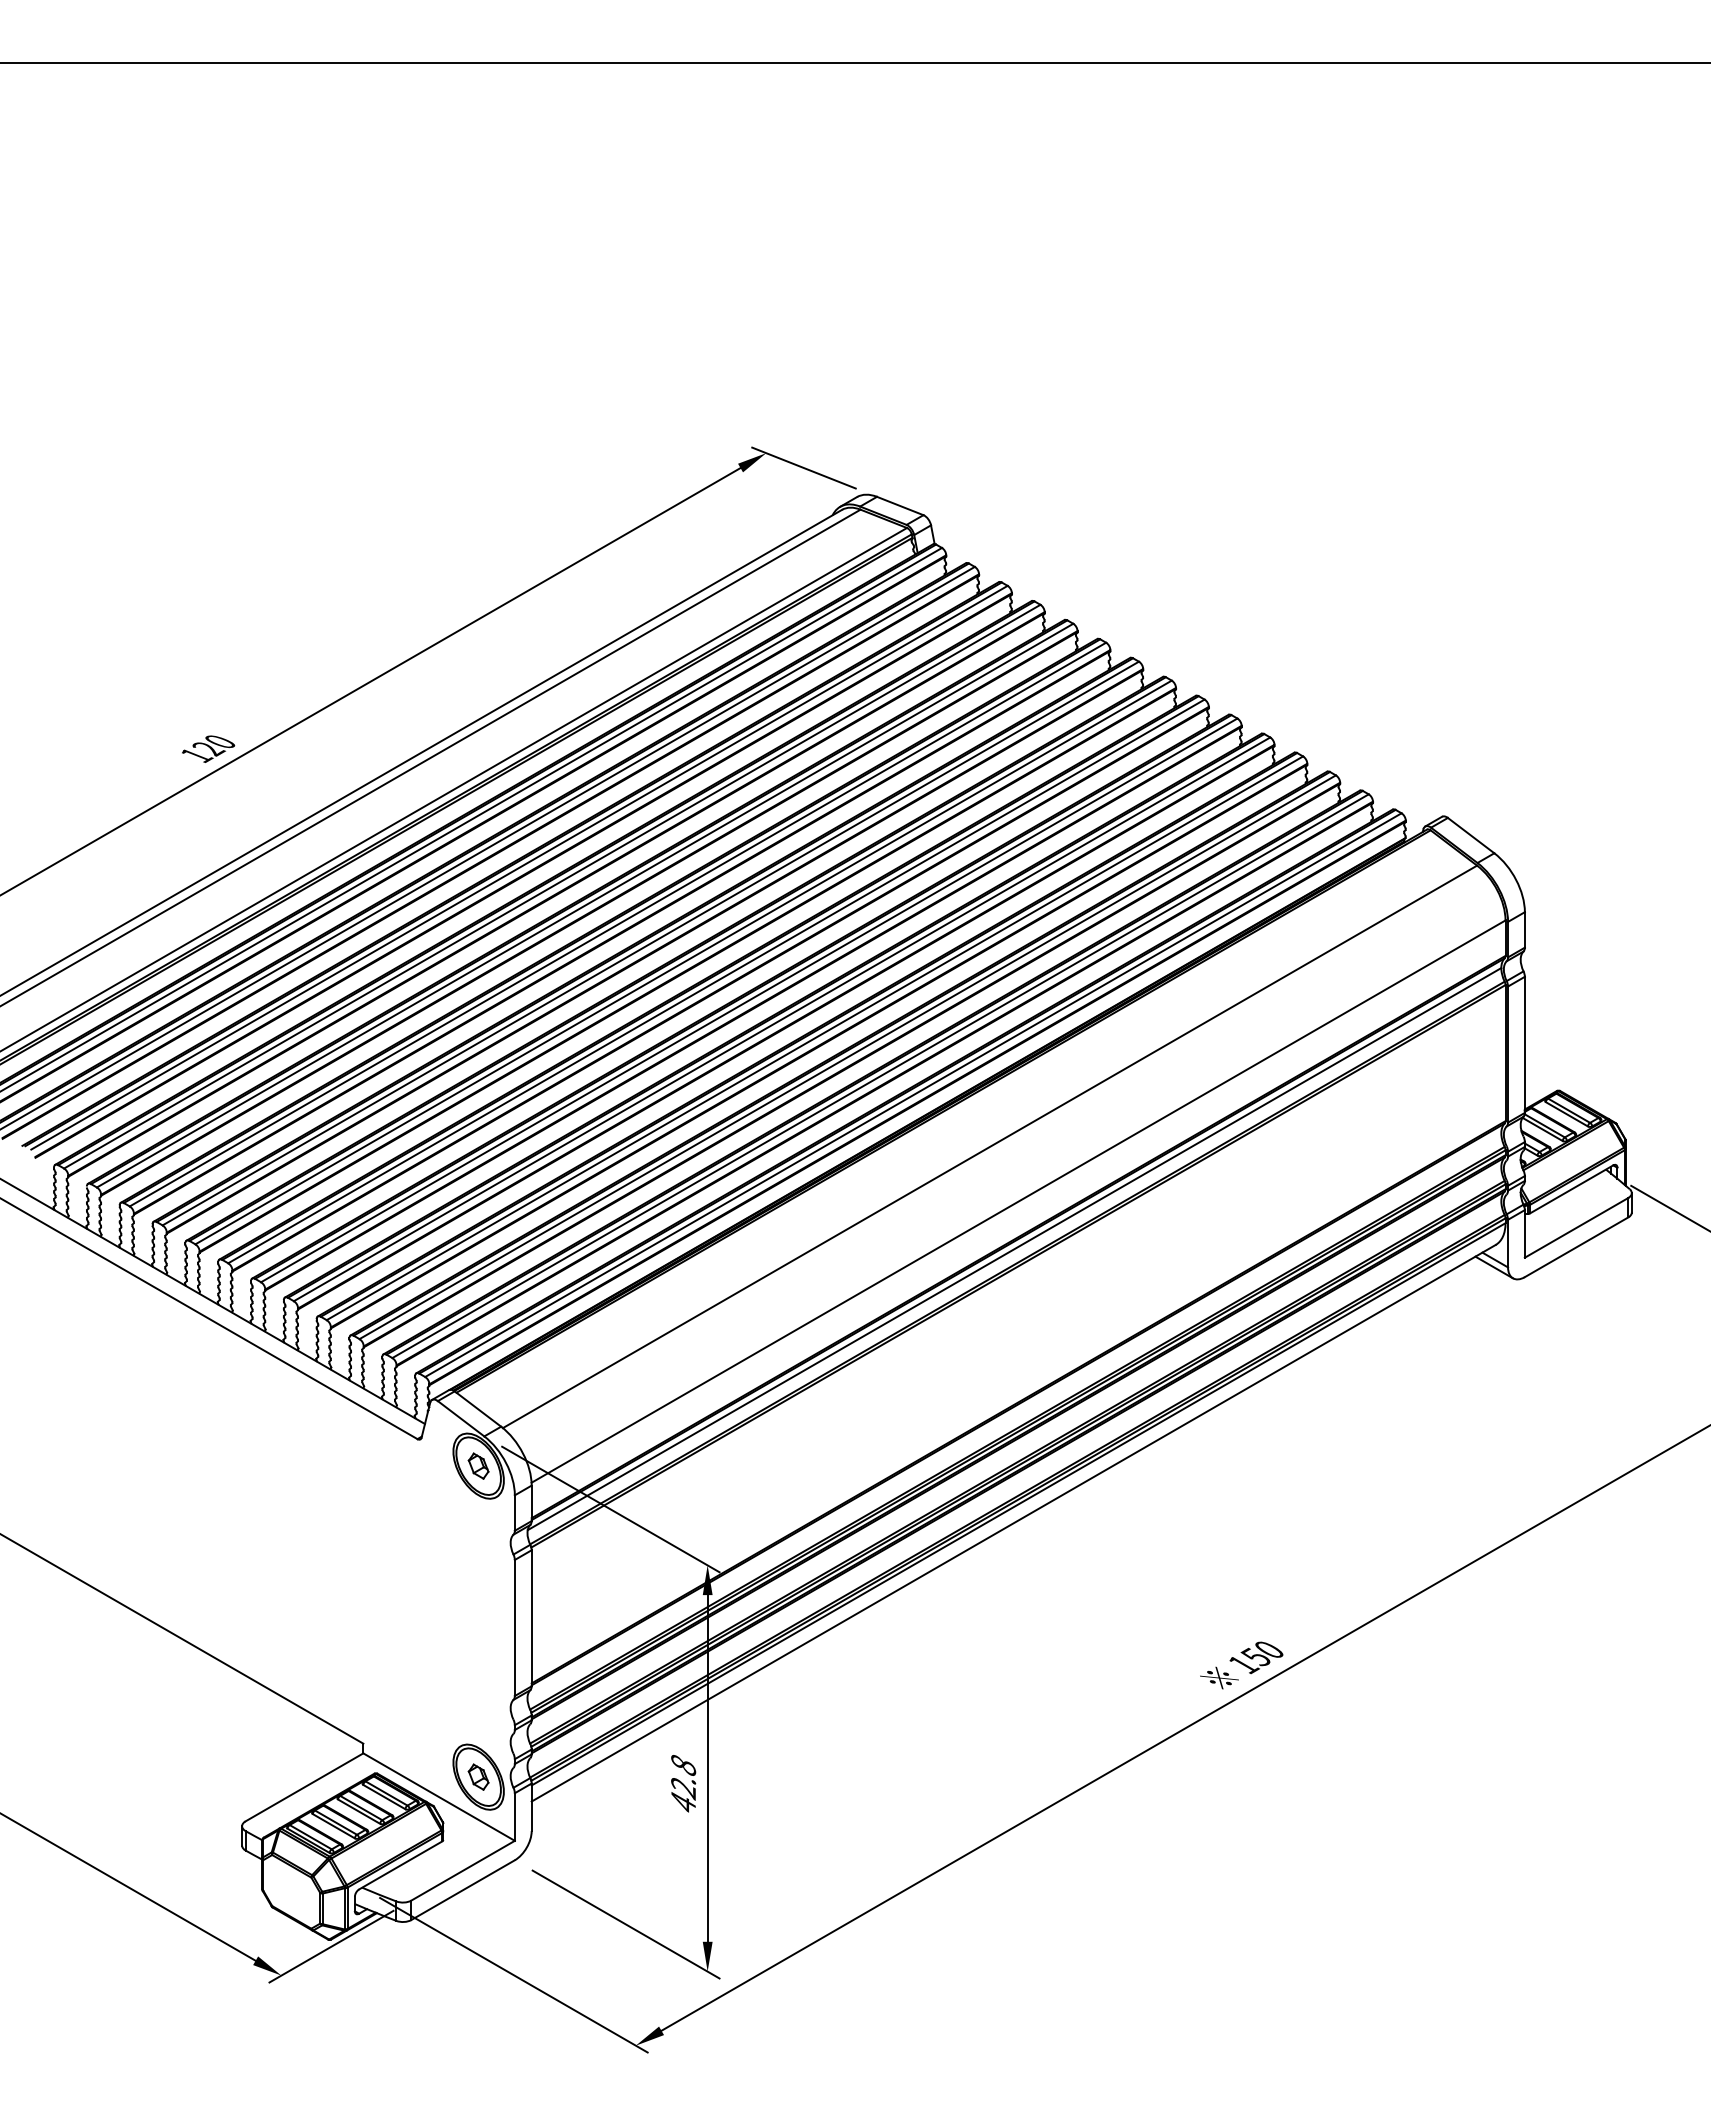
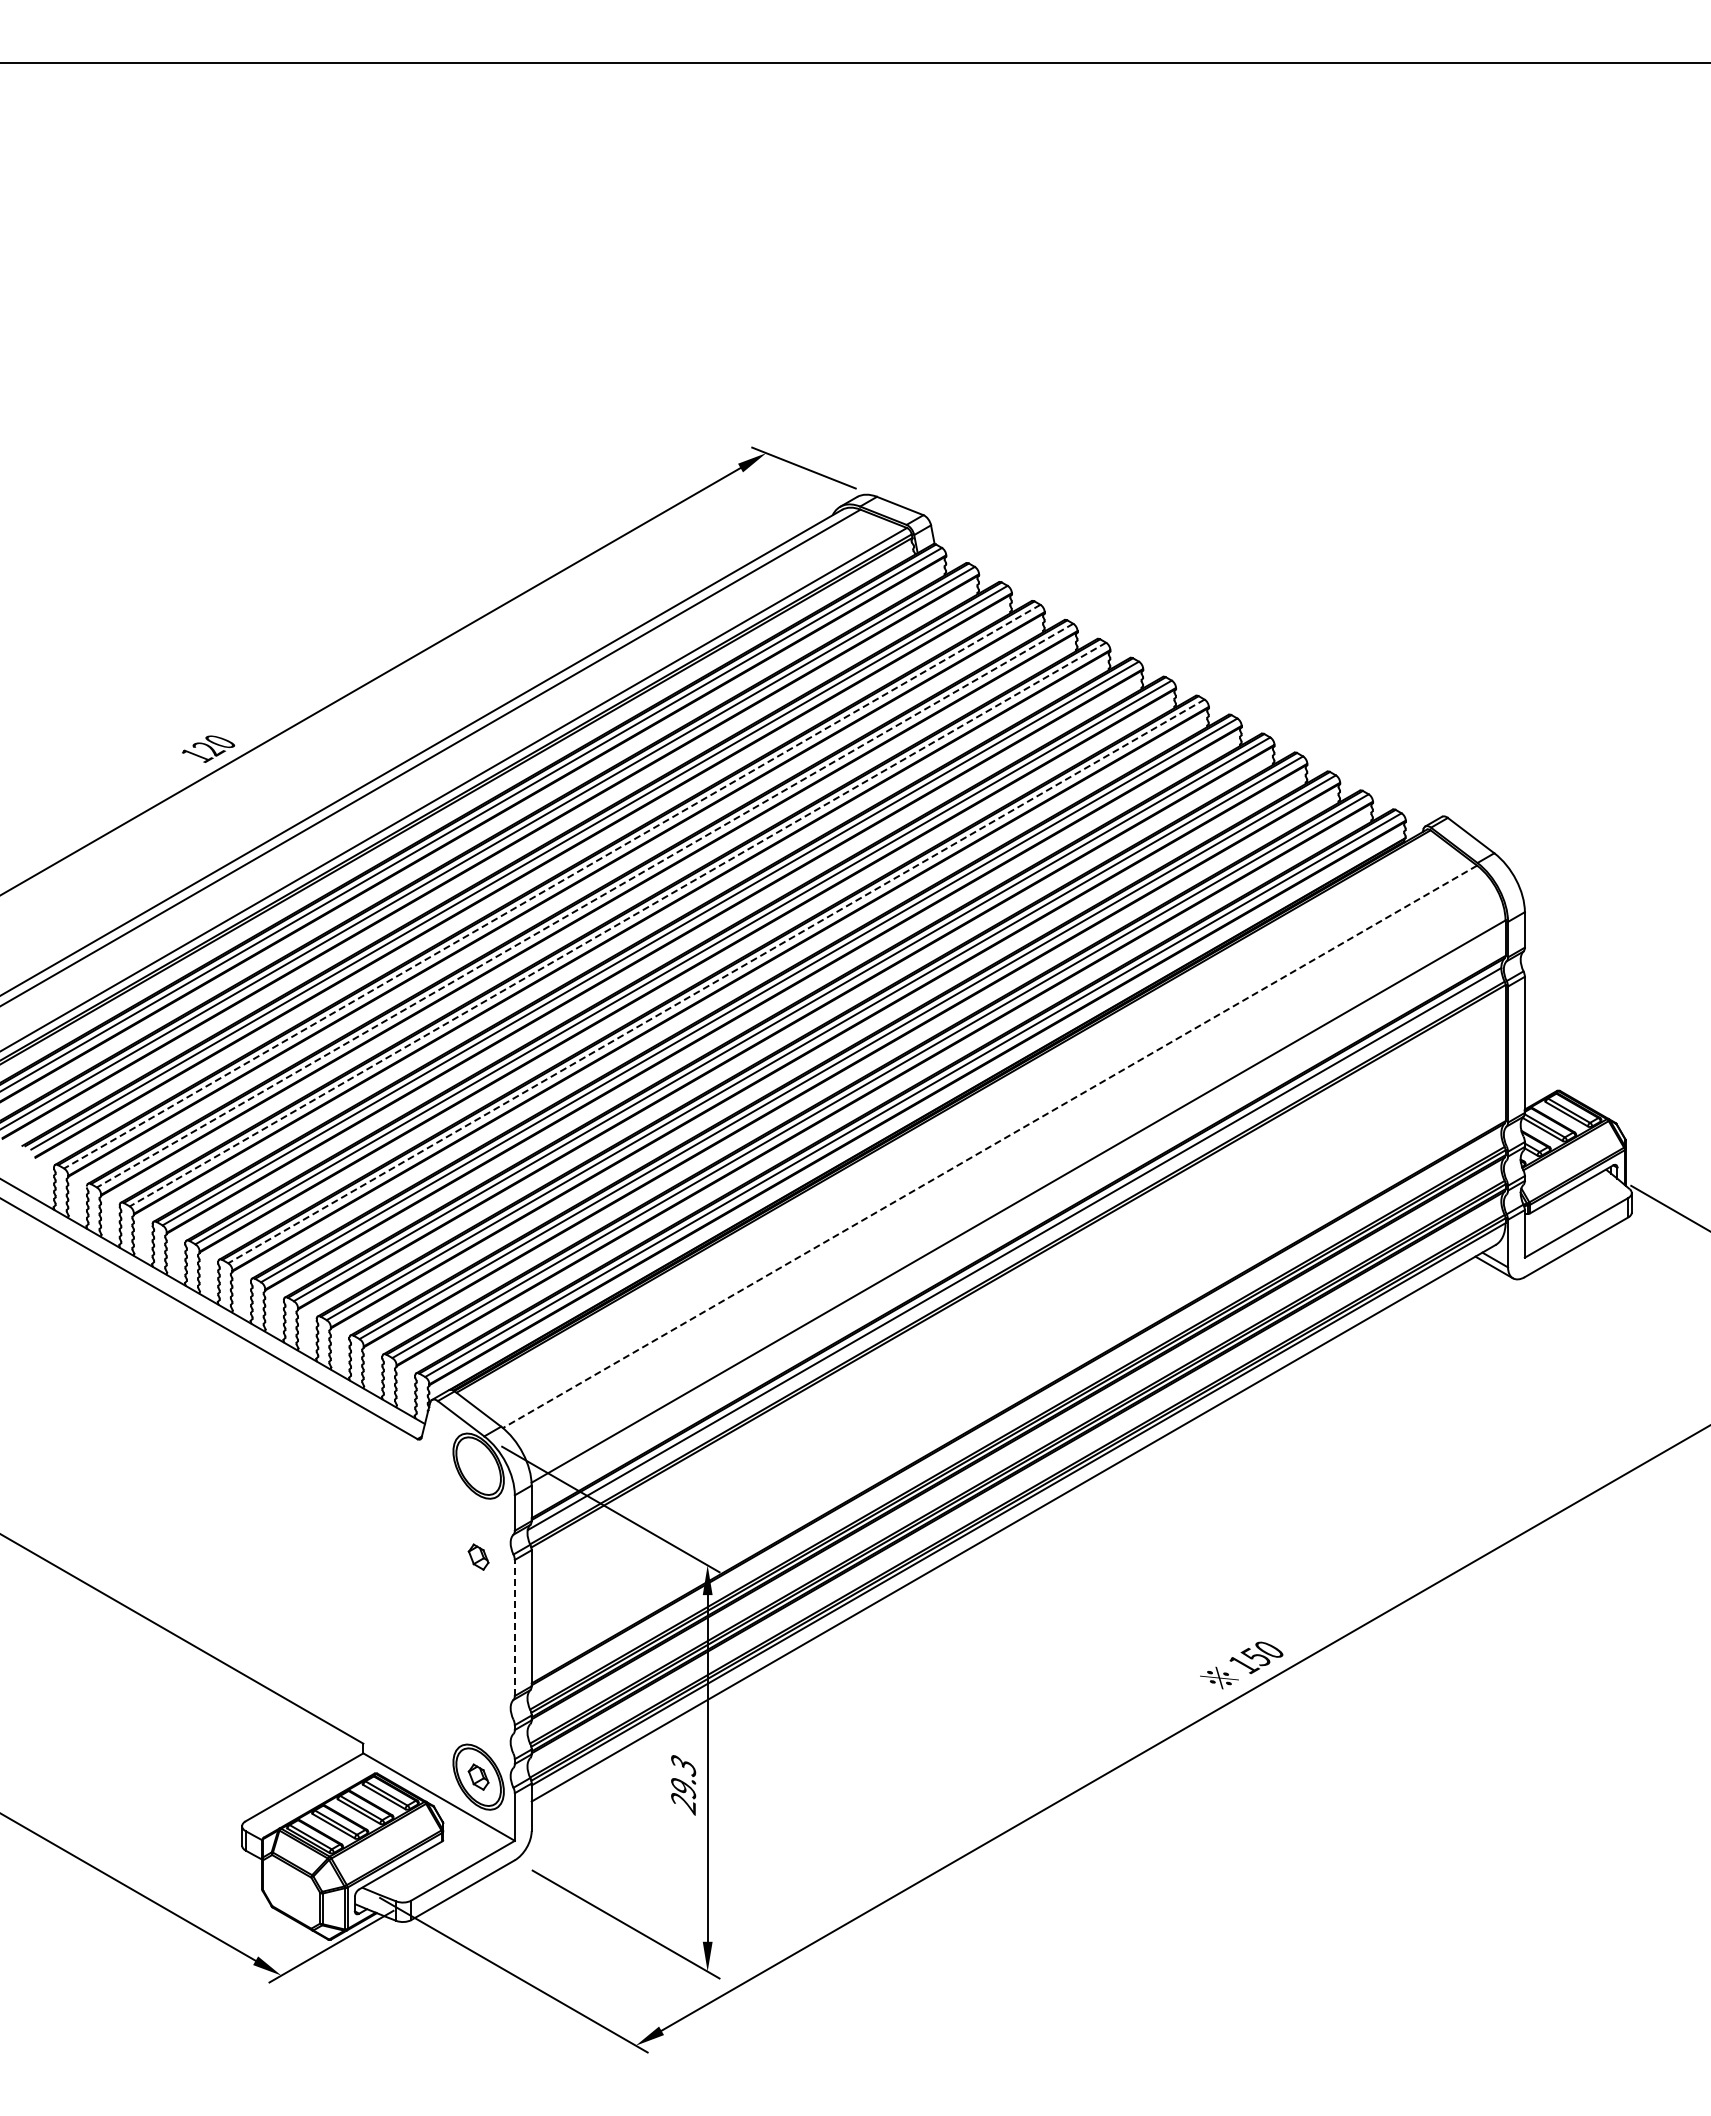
line at (552, 886): solid -> dashed
line at (585, 905): solid -> dashed
line at (617, 924): solid -> dashed
line at (716, 981): solid -> dashed
line at (989, 1147): solid -> dashed
part at (478, 1465) position: (478, 1465) -> (478, 1556)
line at (514, 1627): solid -> dashed
text at (683, 1785): 42.8 -> 29.3
